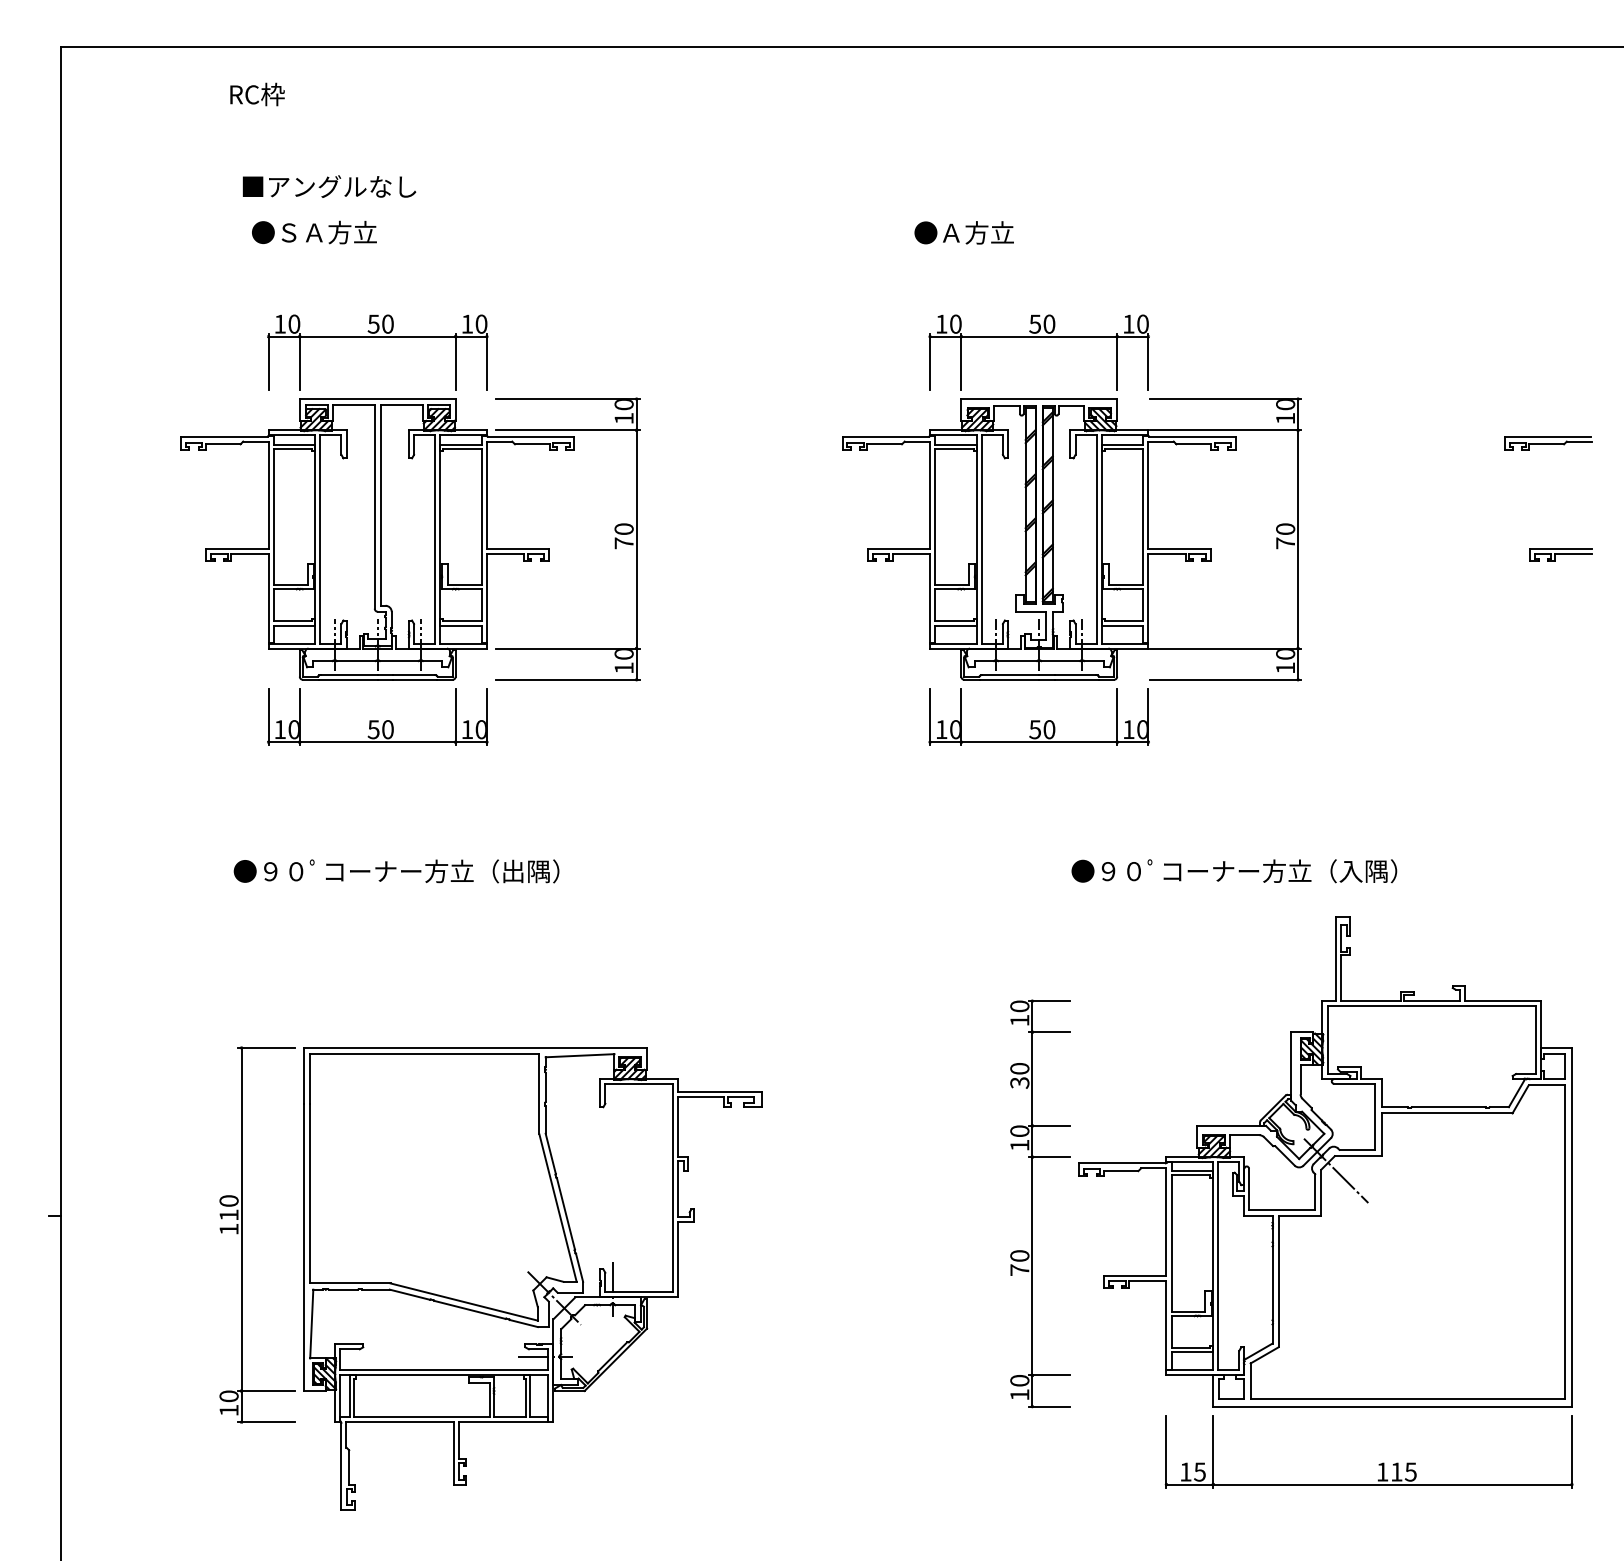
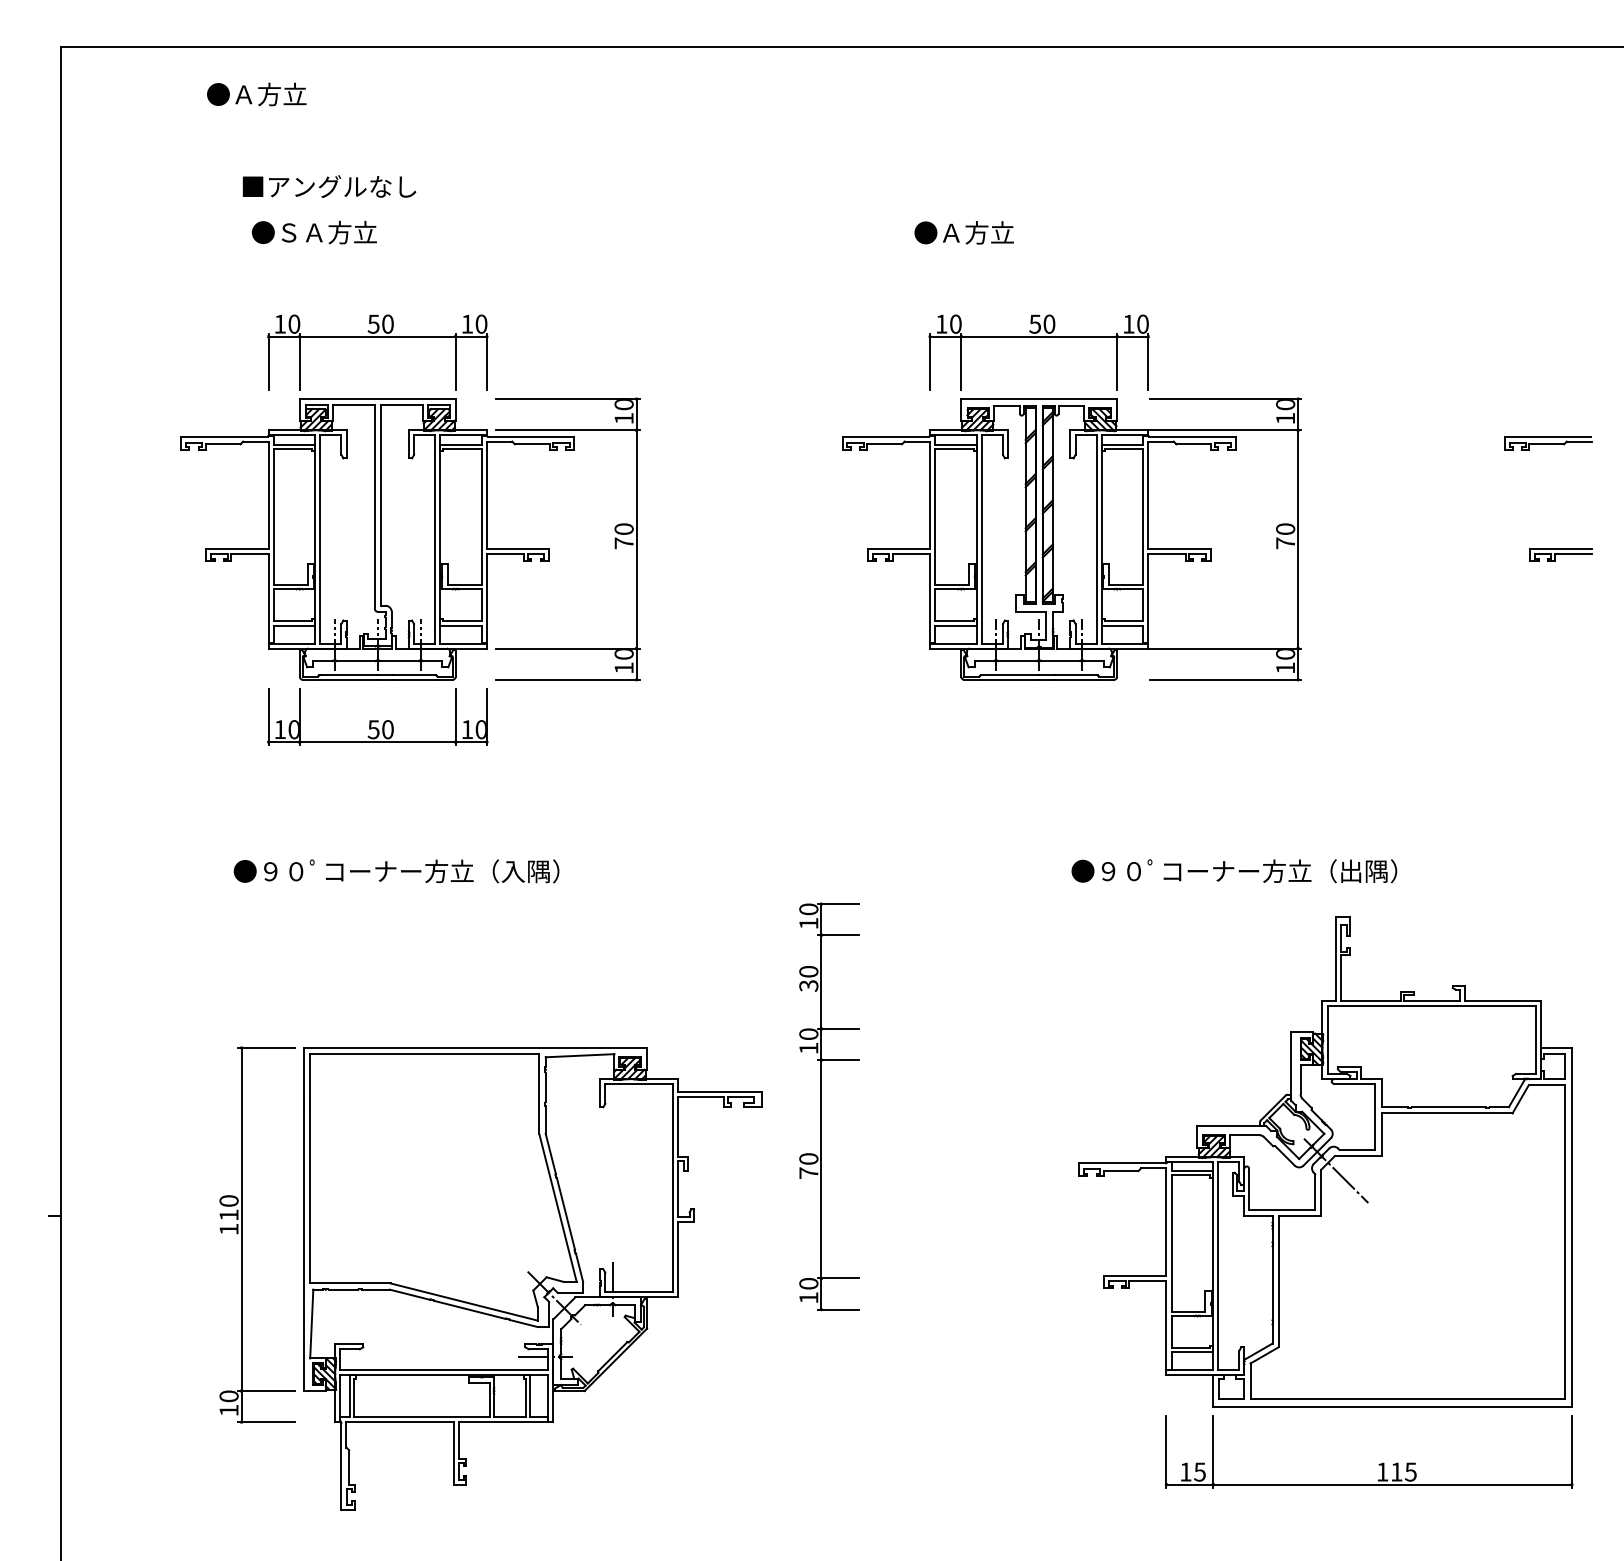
text at (256, 94): RC枠 -> ●Ａ方立
part at (1038, 716): present -> none
text at (1350, 870): ●９０ﾟコーナー方立（入隅） -> ●９０ﾟコーナー方立（出隅）
text at (512, 871): ●９０ﾟコーナー方立（出隅） -> ●９０ﾟコーナー方立（入隅）
part at (1032, 1203) position: (1032, 1203) -> (821, 1106)
